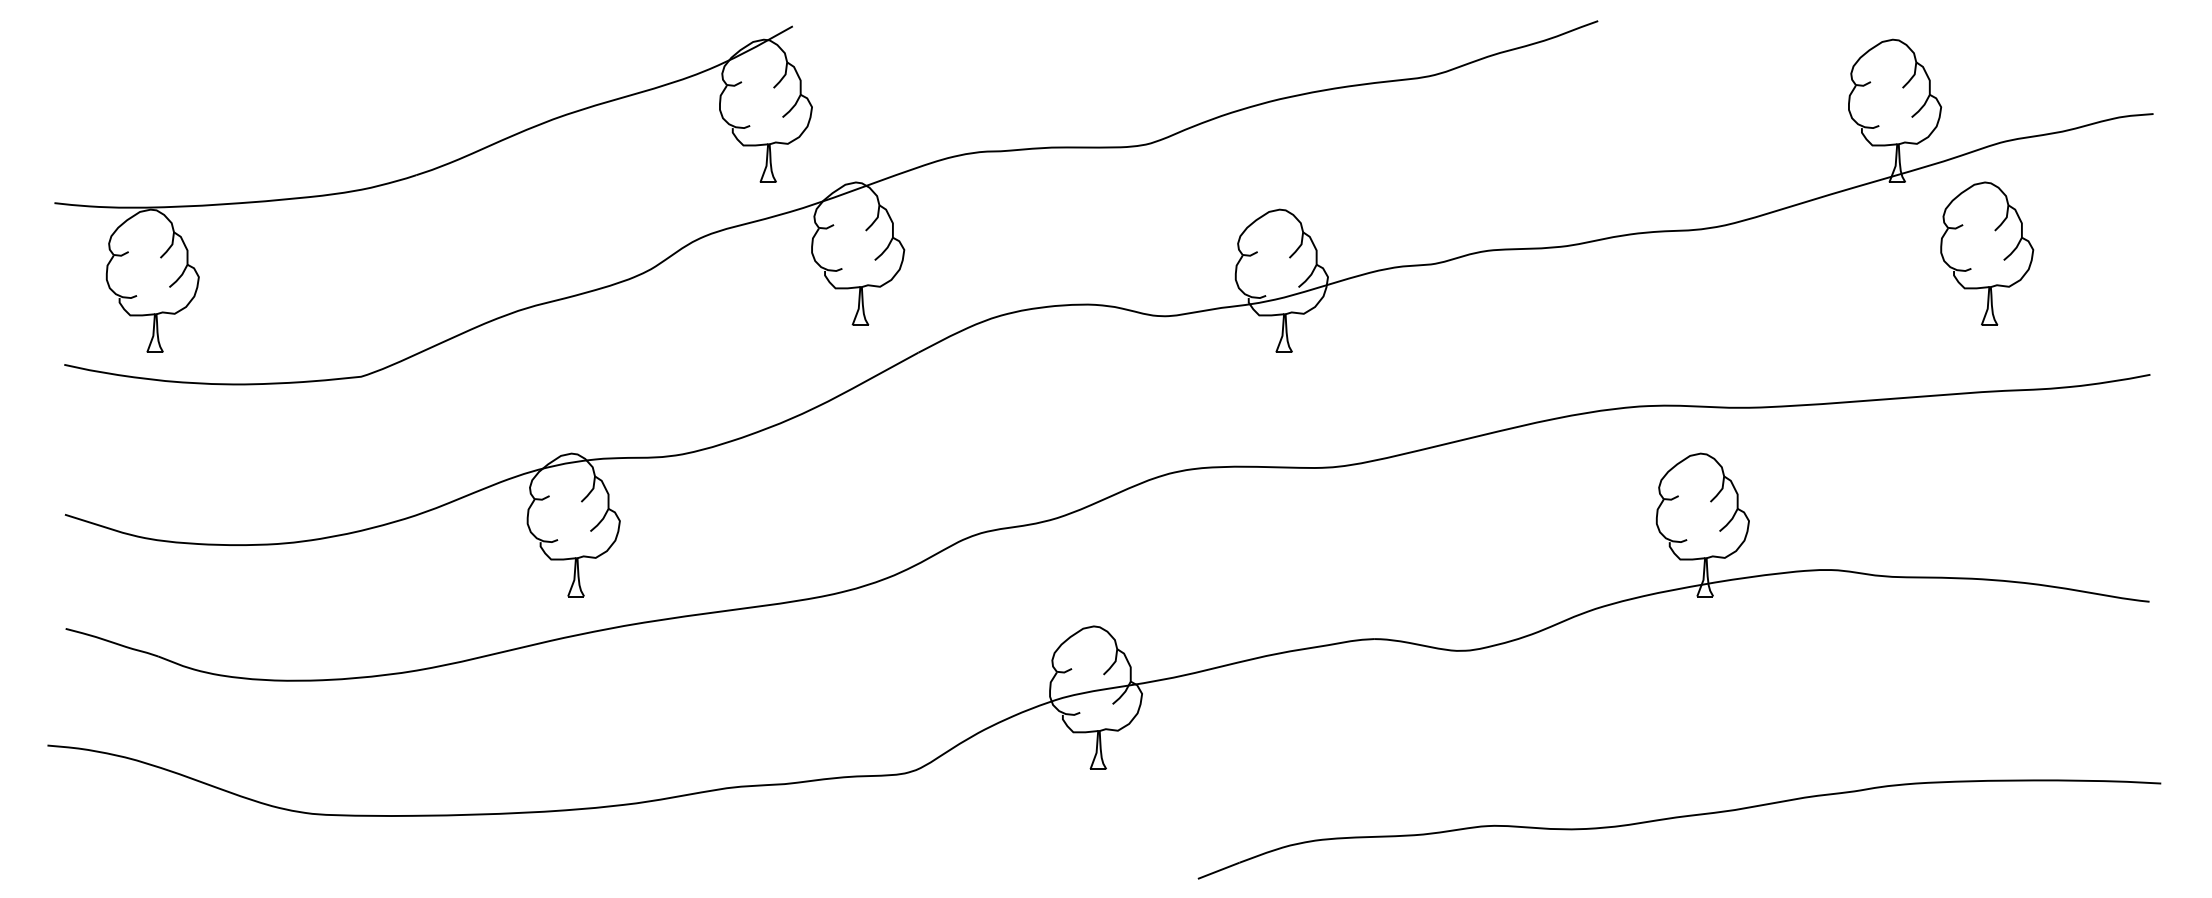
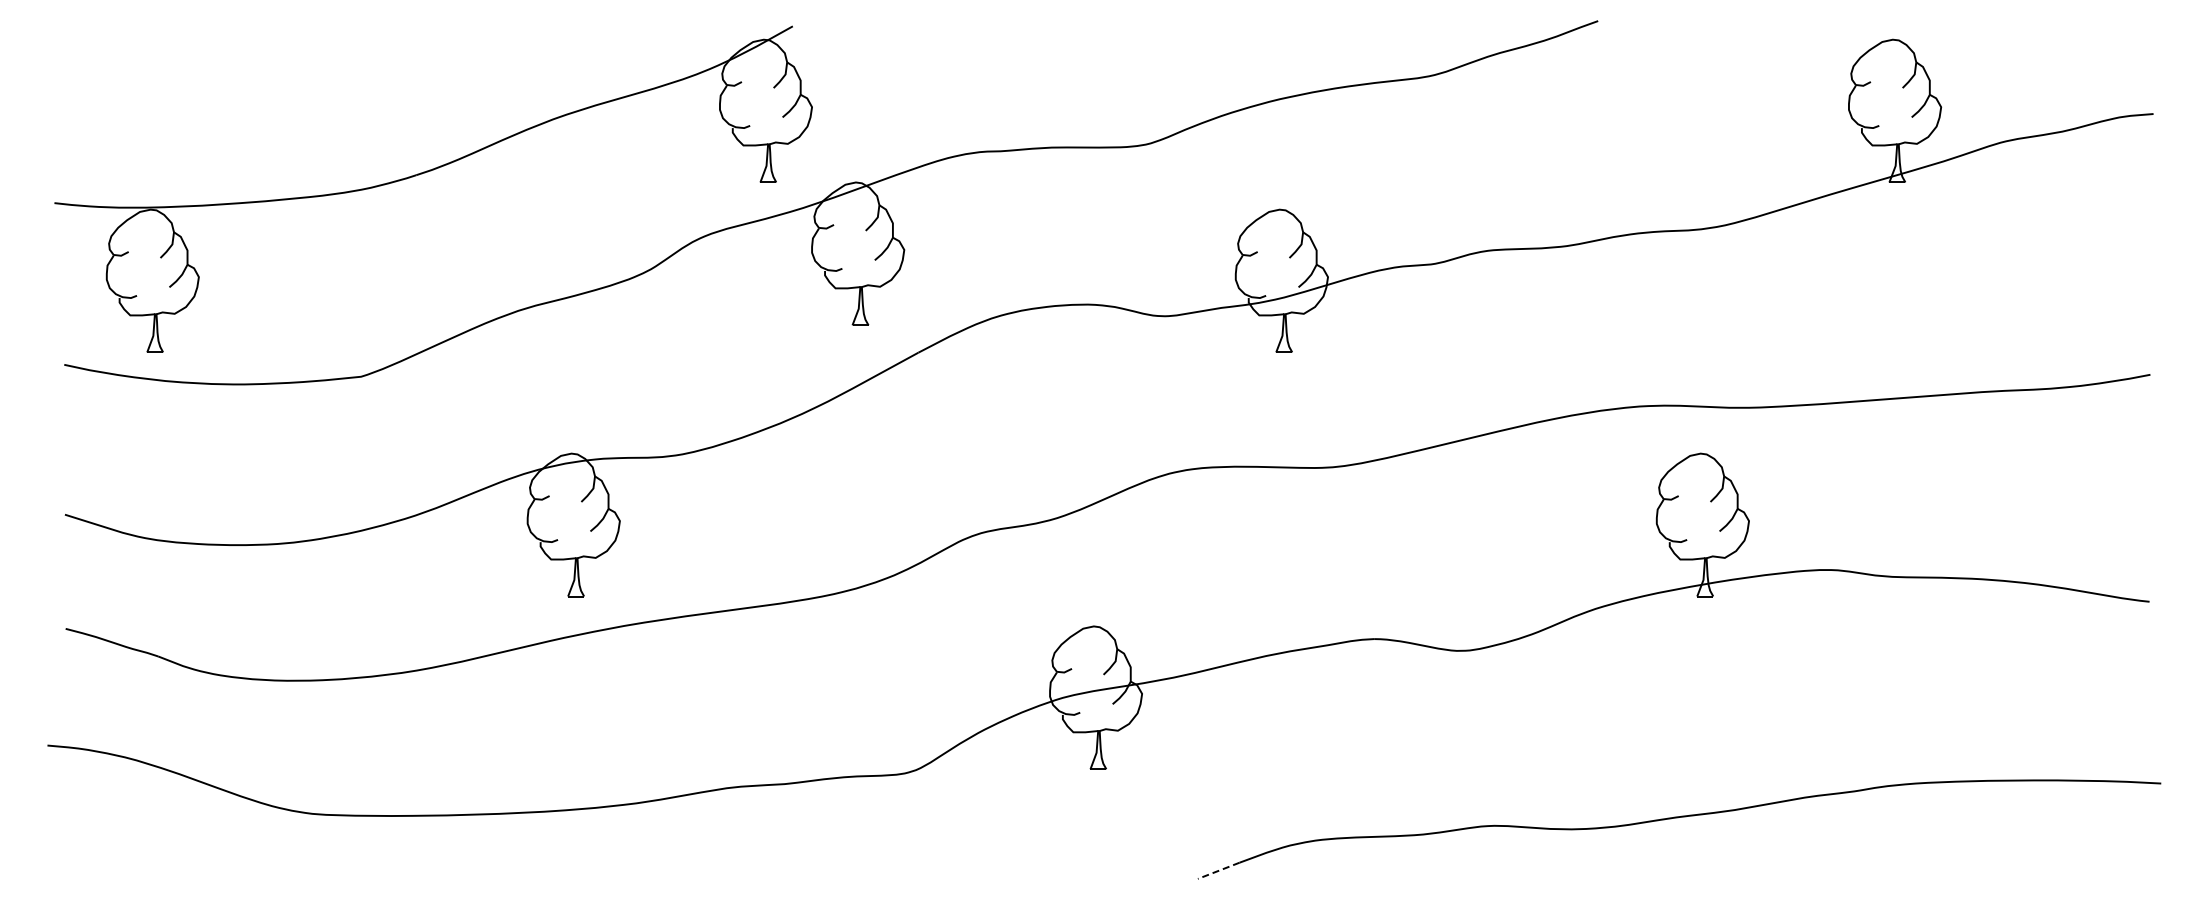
part at (1987, 253): present -> none
line at (1218, 870): solid -> dashed
